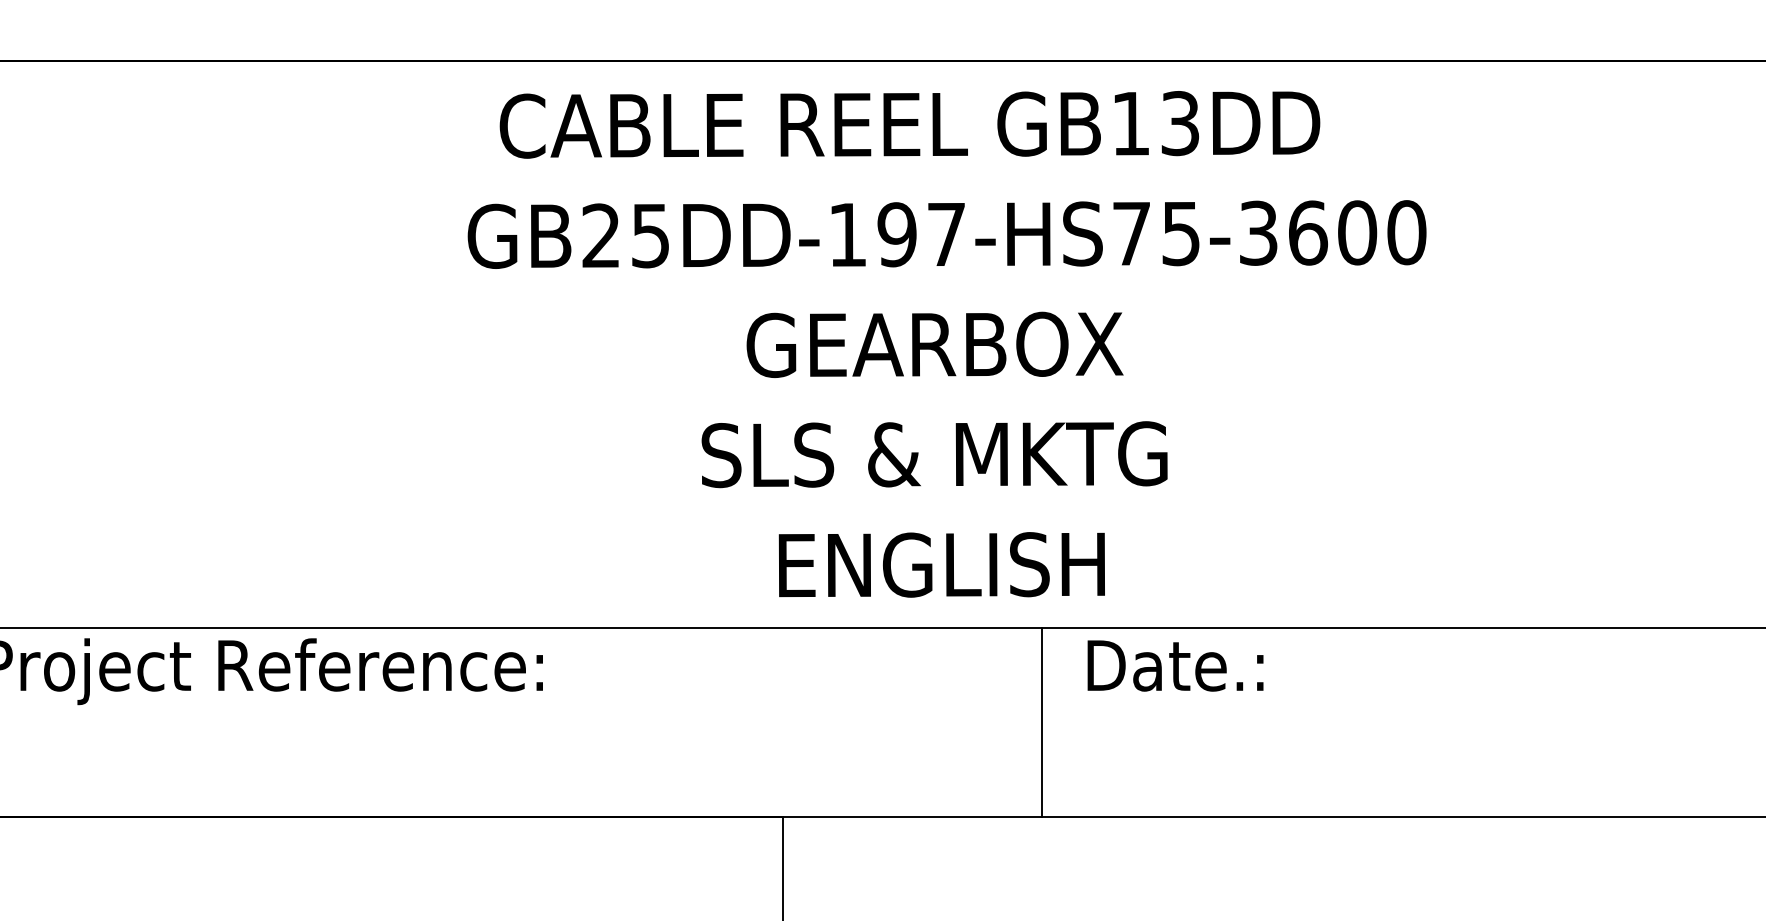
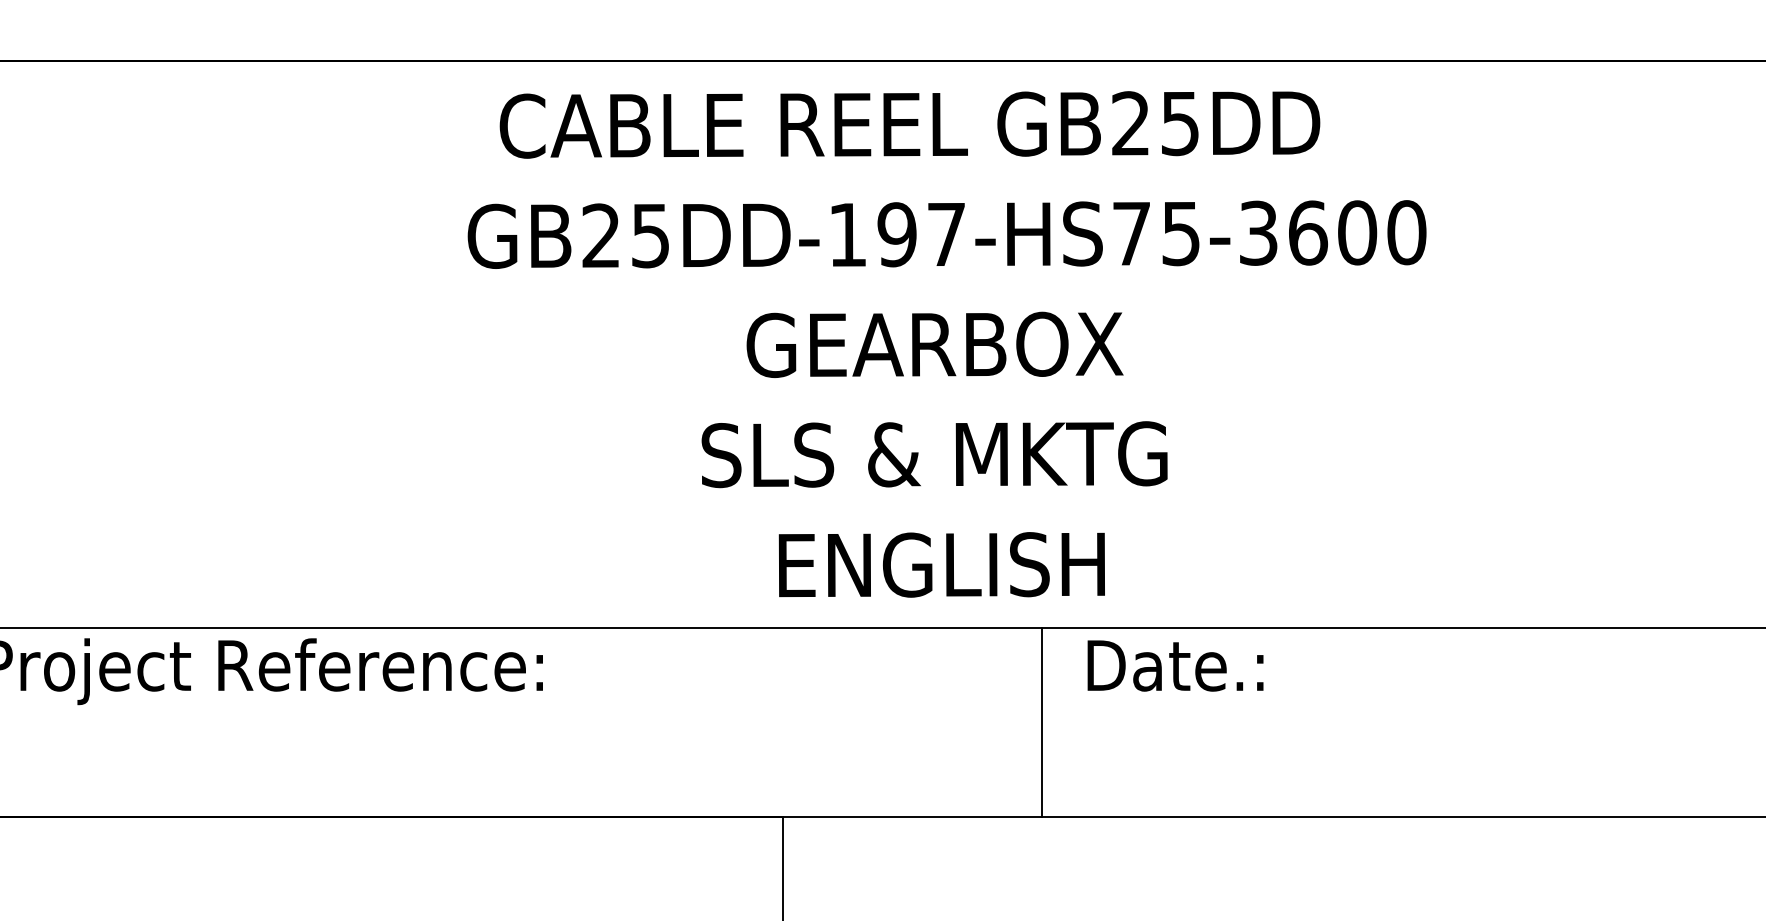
text at (1155, 123): GB13DD -> GB25DD
